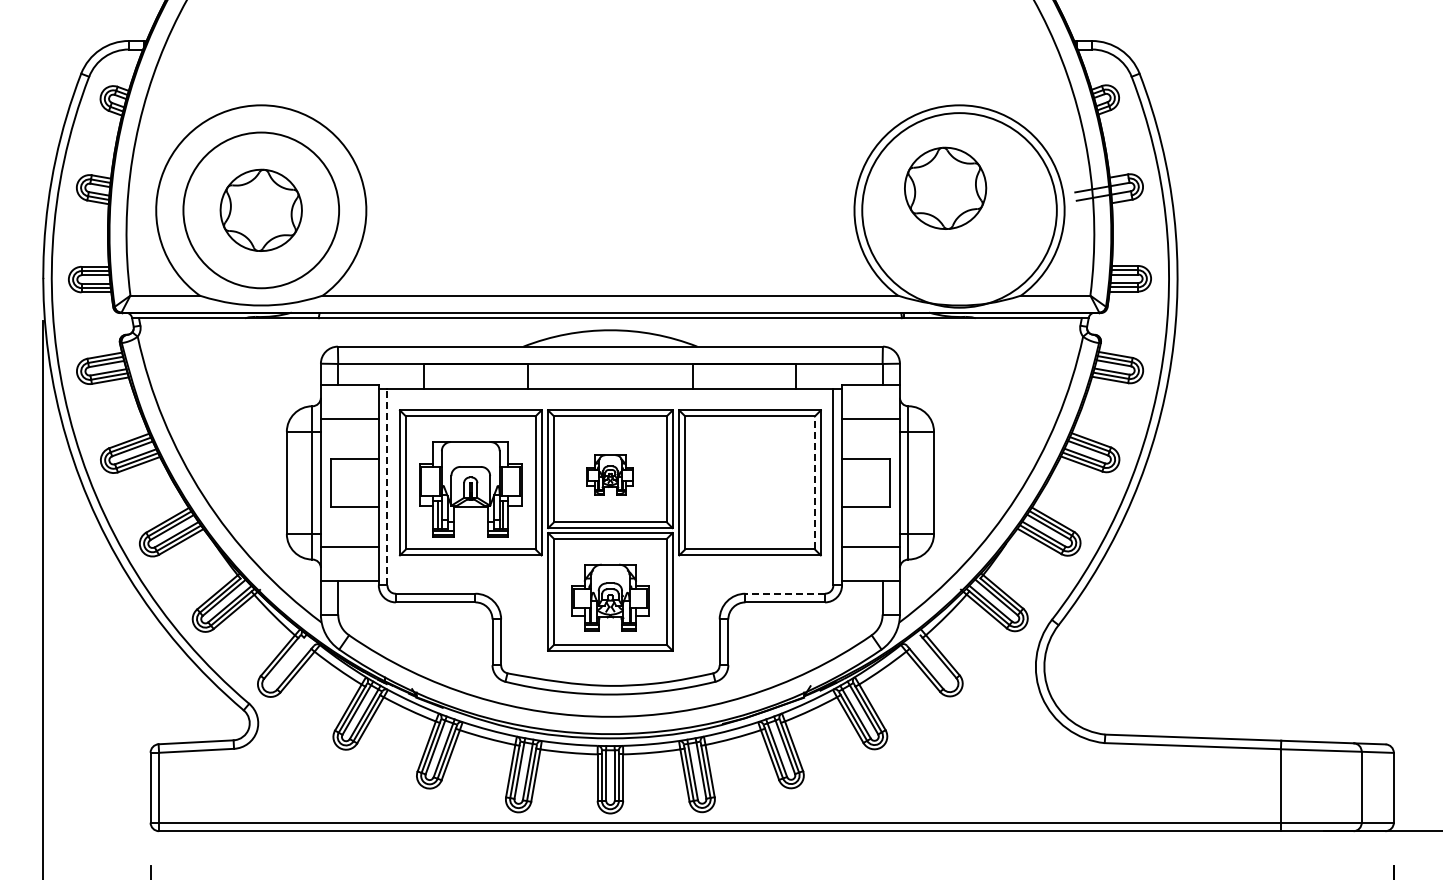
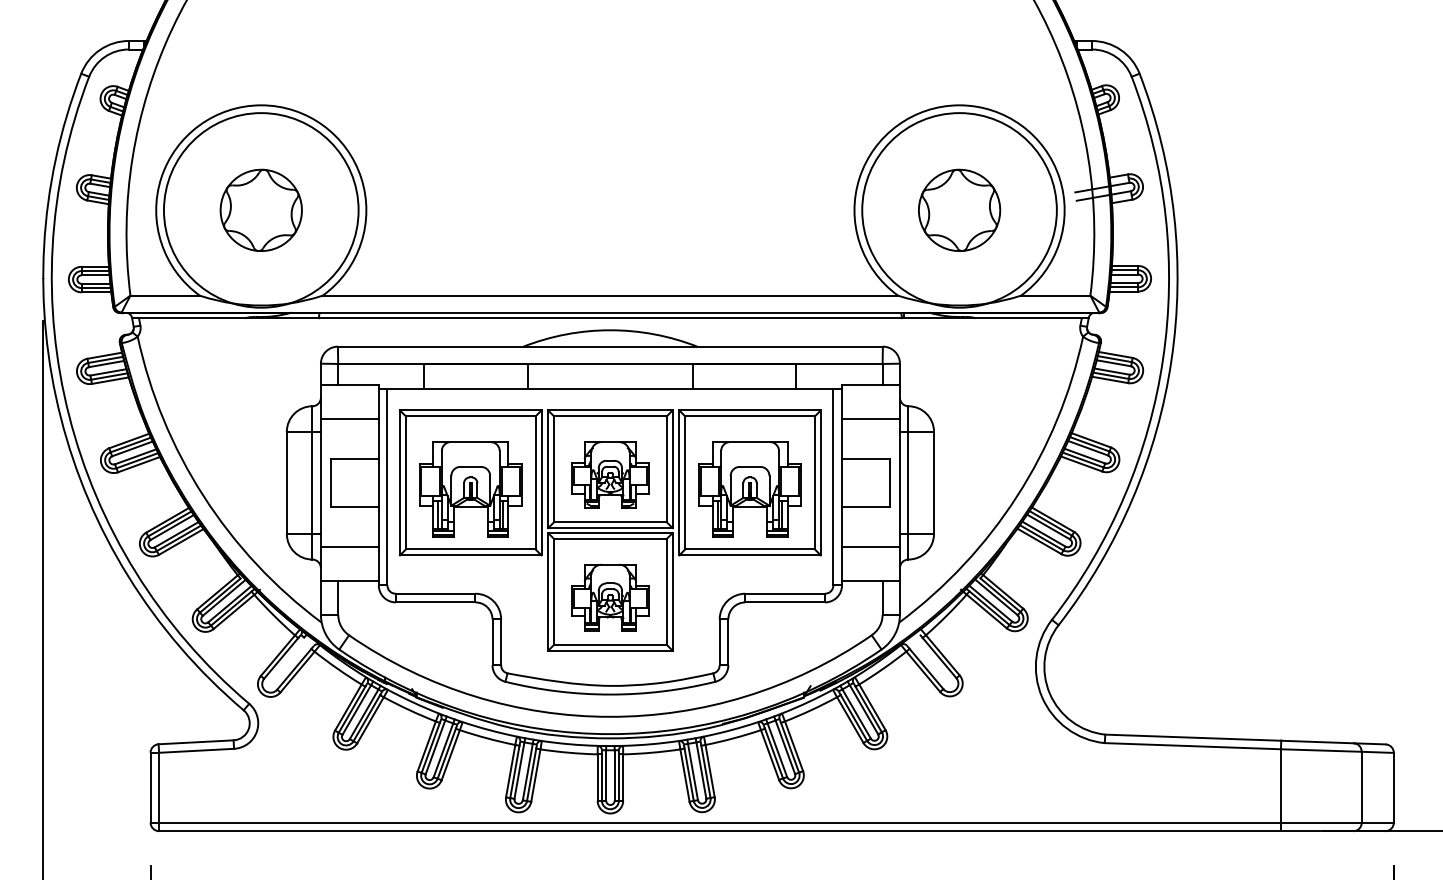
part at (945, 187) position: (945, 187) -> (959, 209)
circle at (261, 210) diameter: 156 px -> 195 px
part at (609, 474) size: 48x42 px -> 79x68 px
line at (814, 482): dashed -> solid
line at (387, 487): dashed -> solid
part at (749, 489): none -> present
line at (785, 593): dashed -> solid
